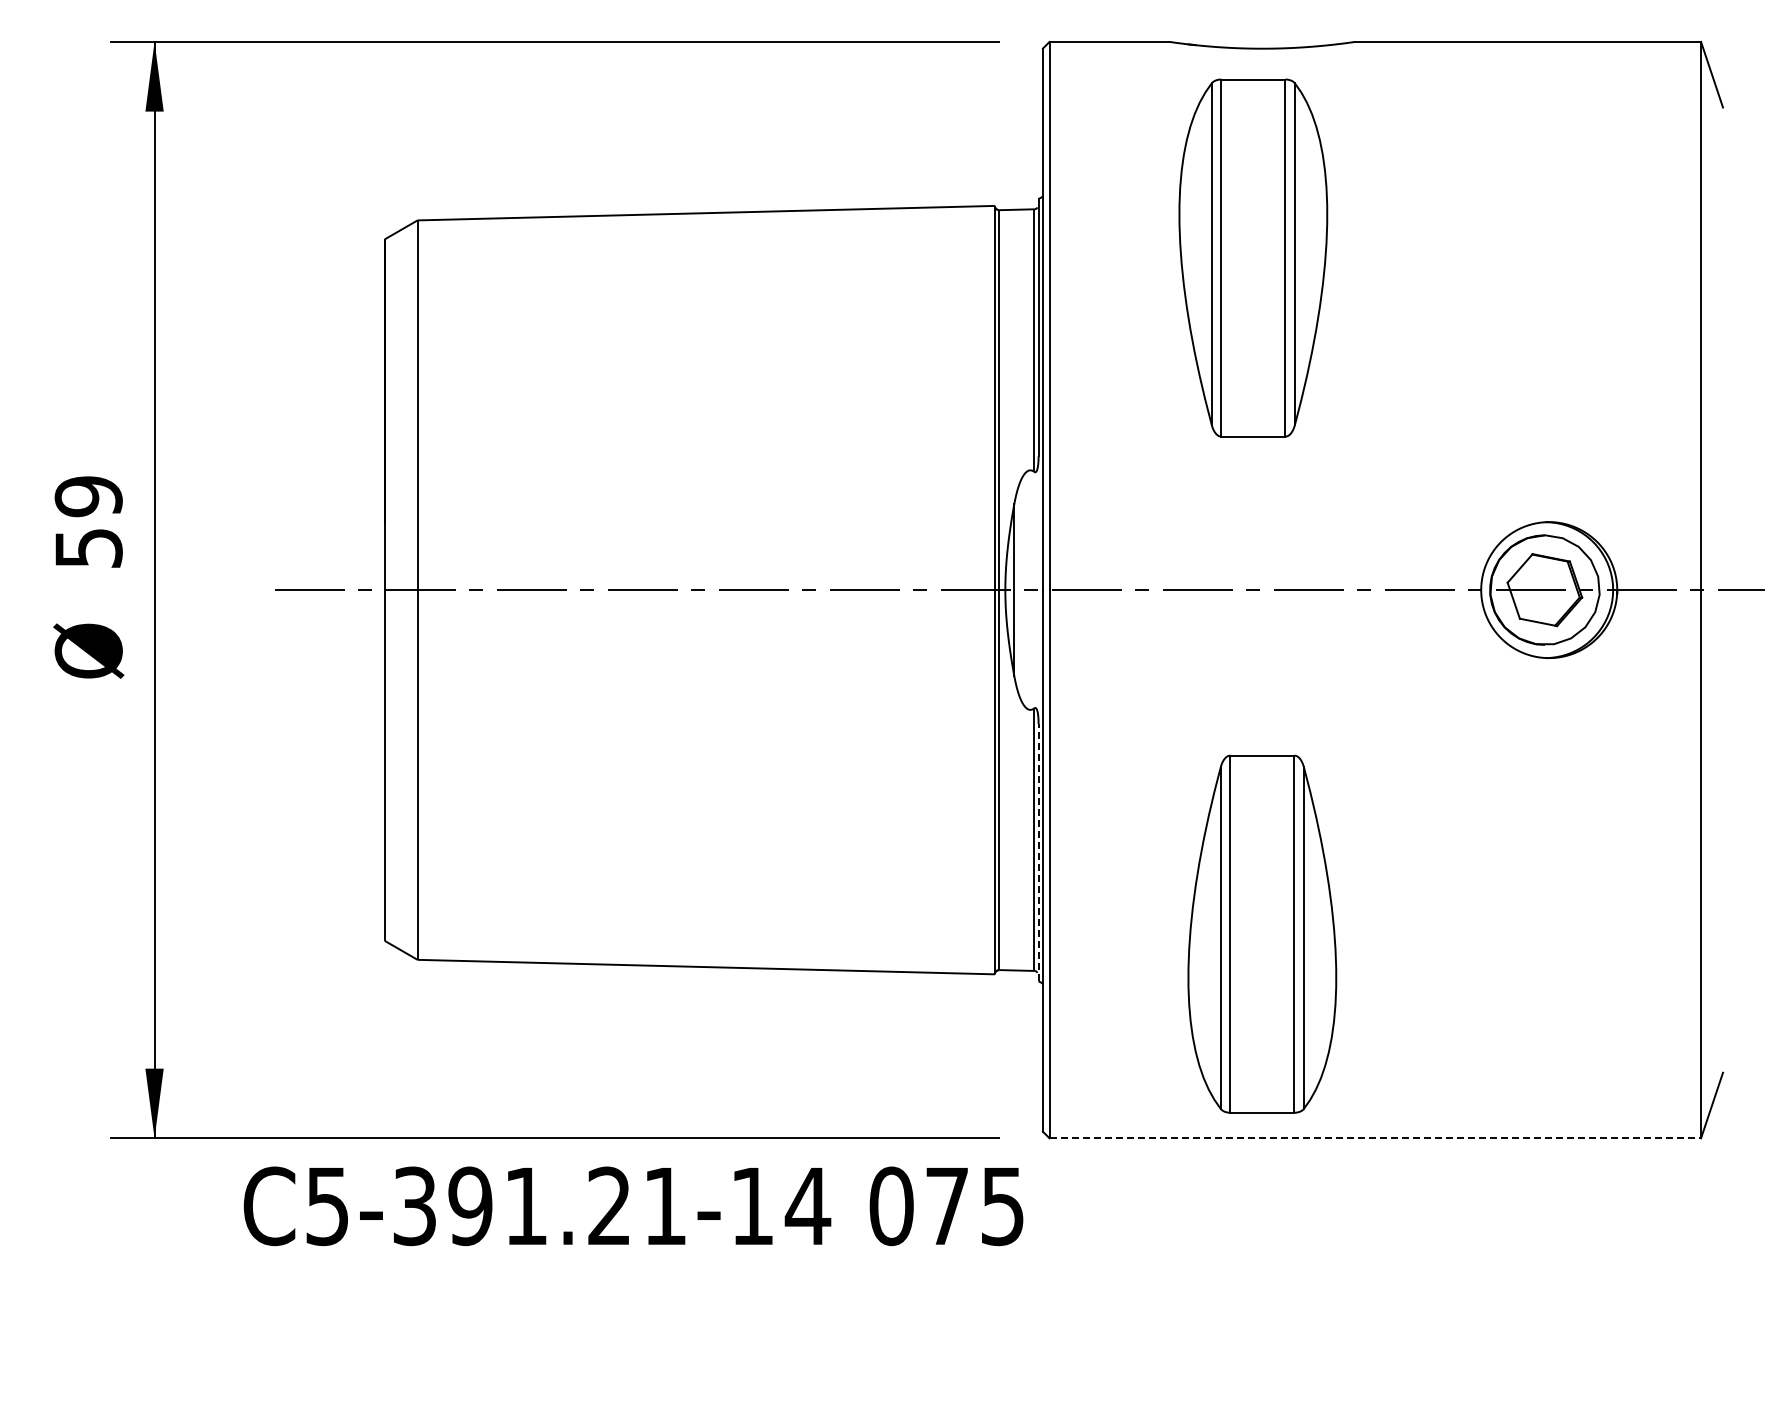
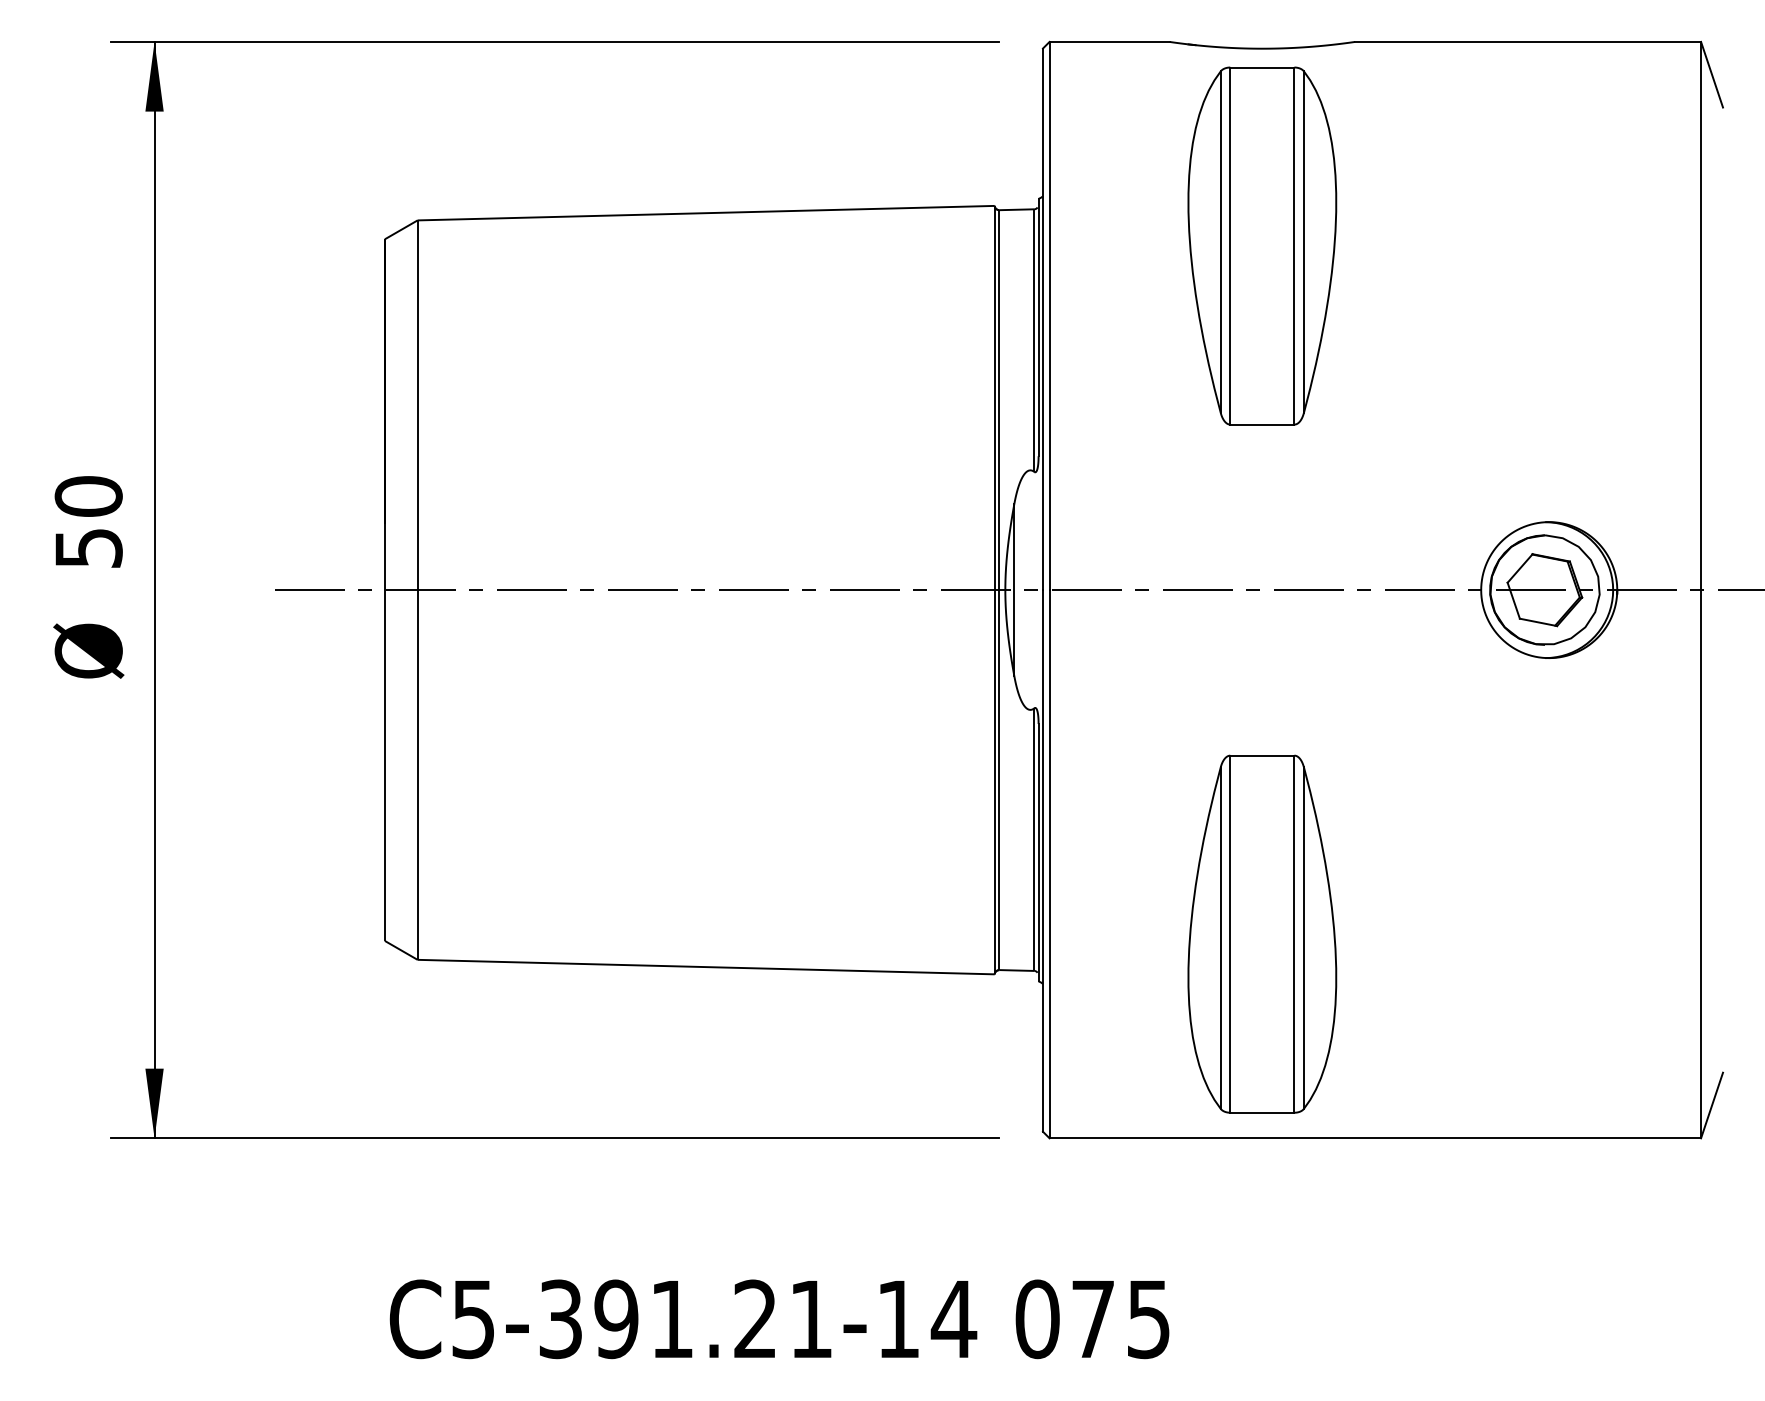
part at (1253, 257) position: (1253, 257) -> (1262, 245)
text at (88, 496): 59 -> 50
line at (1038, 852): dashed -> solid
line at (1375, 1138): dashed -> solid
text at (633, 1206) position: (633, 1206) -> (779, 1319)
